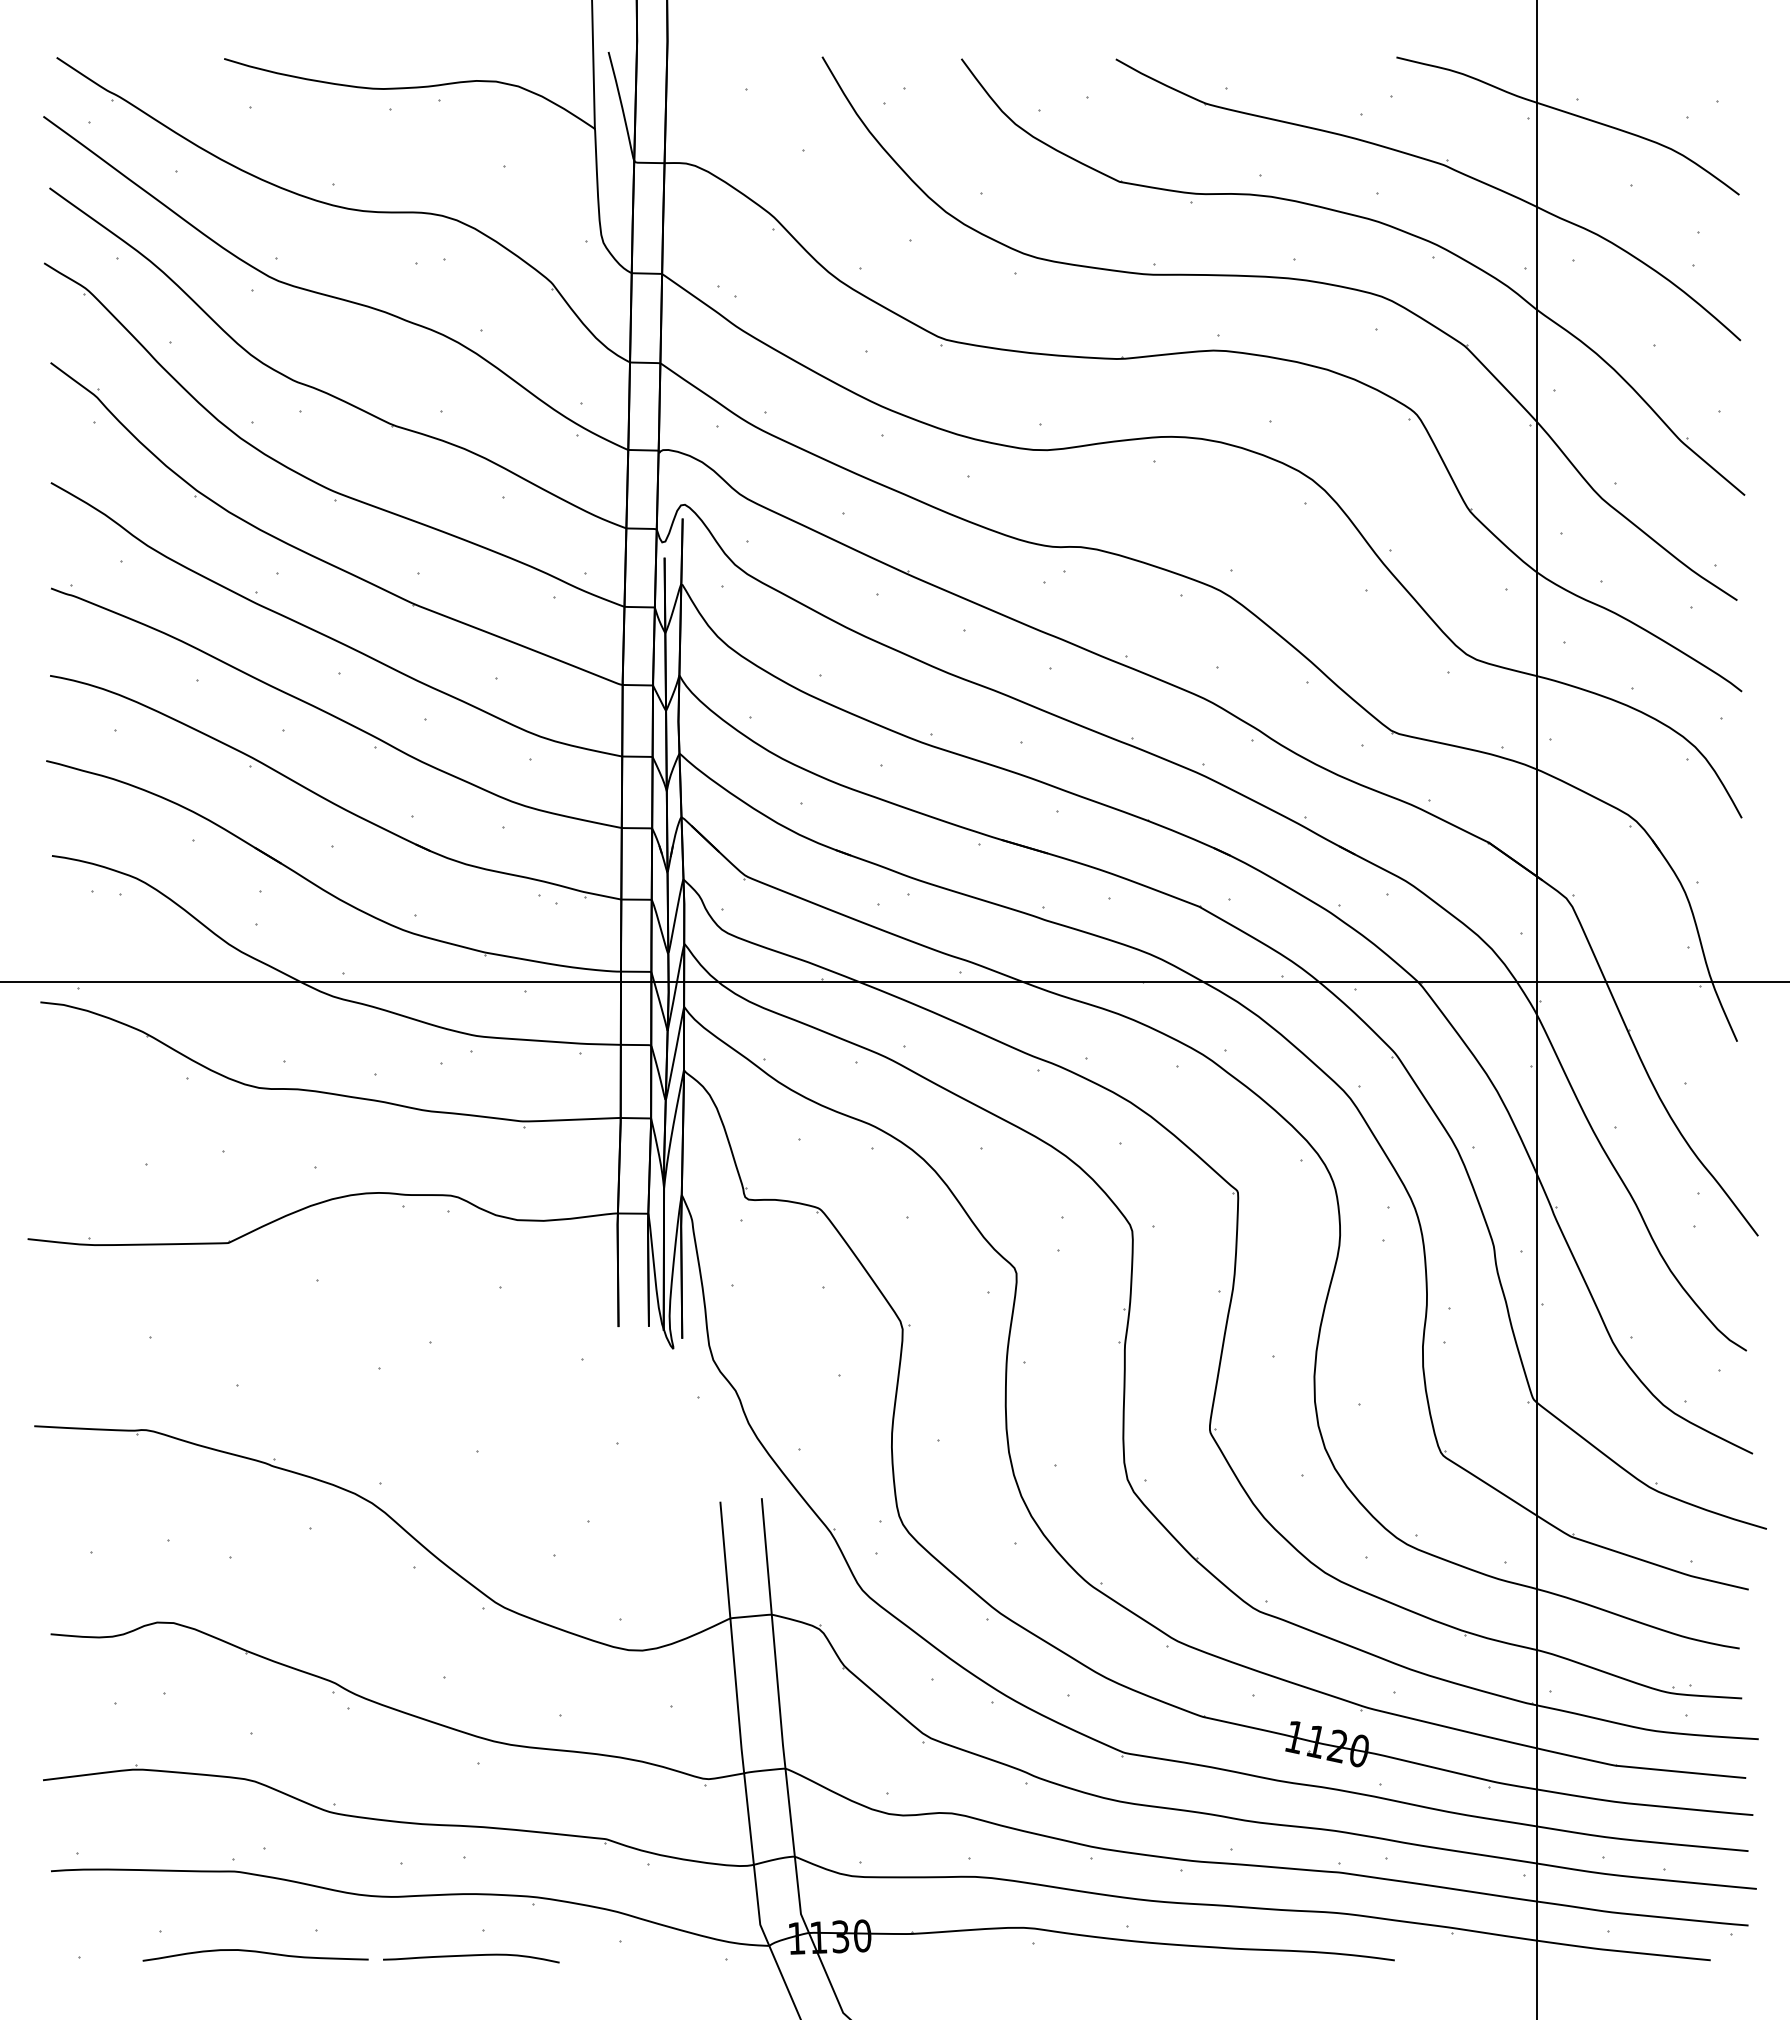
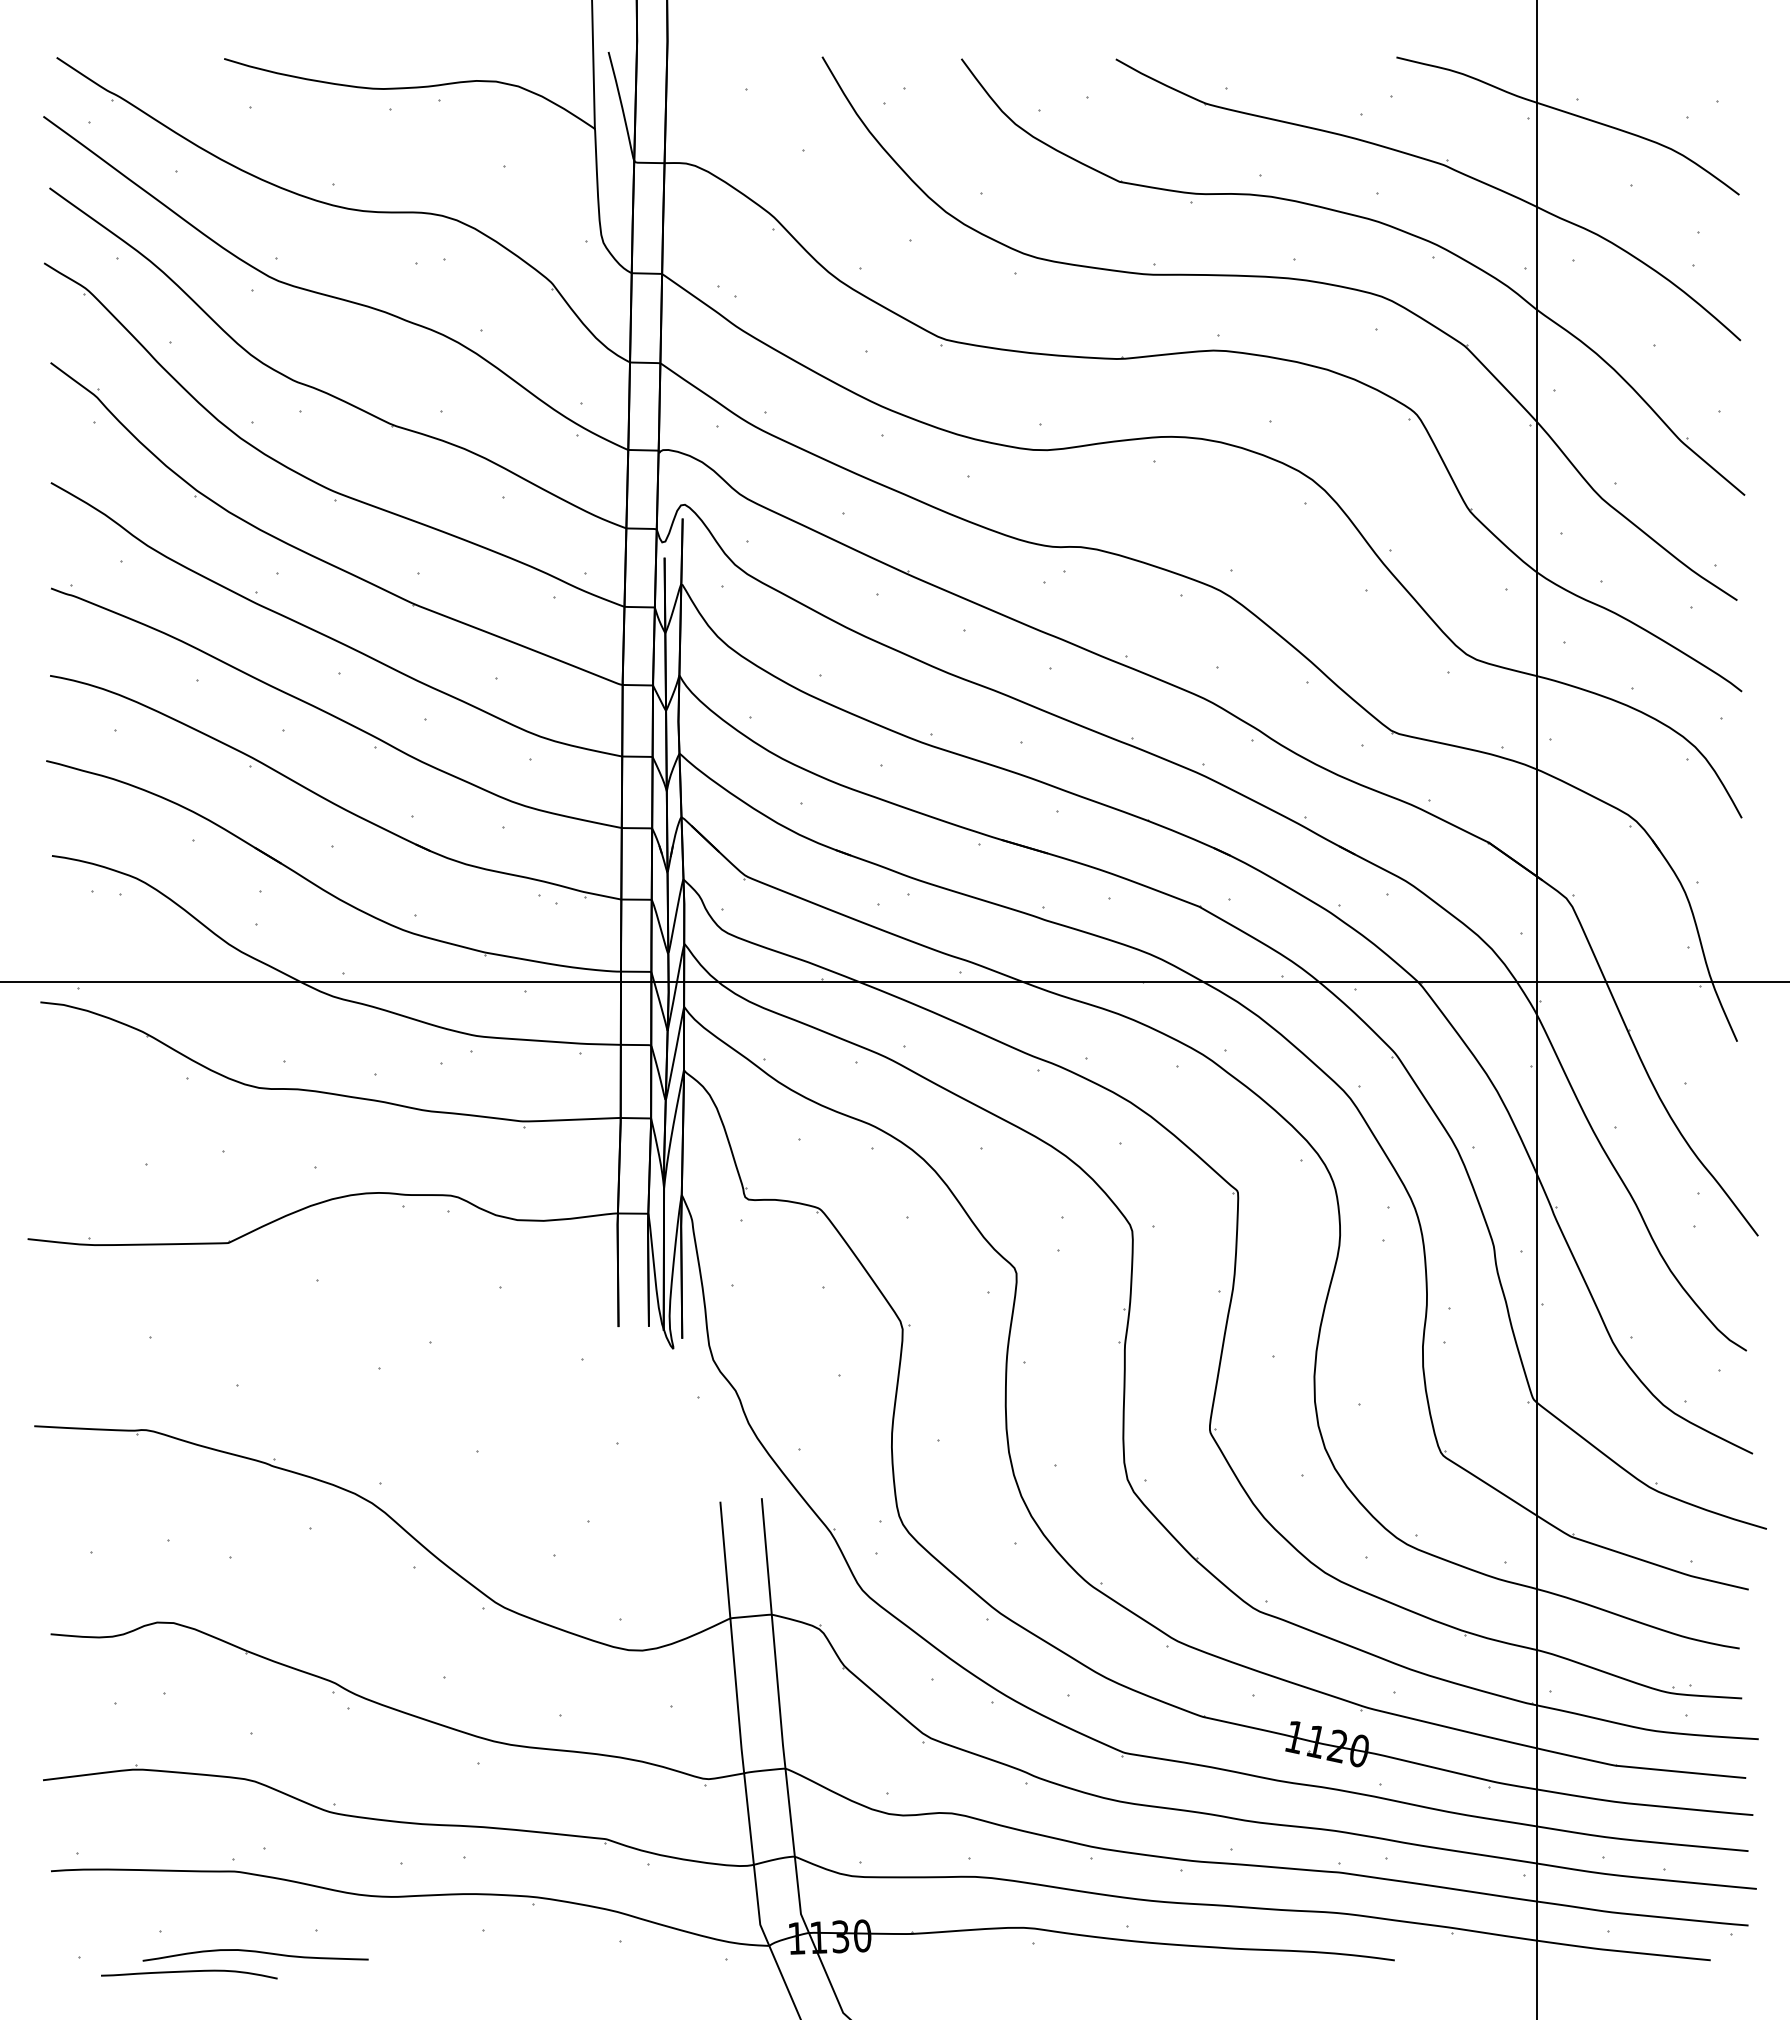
curve at (471, 1956) position: (471, 1956) -> (189, 1972)
